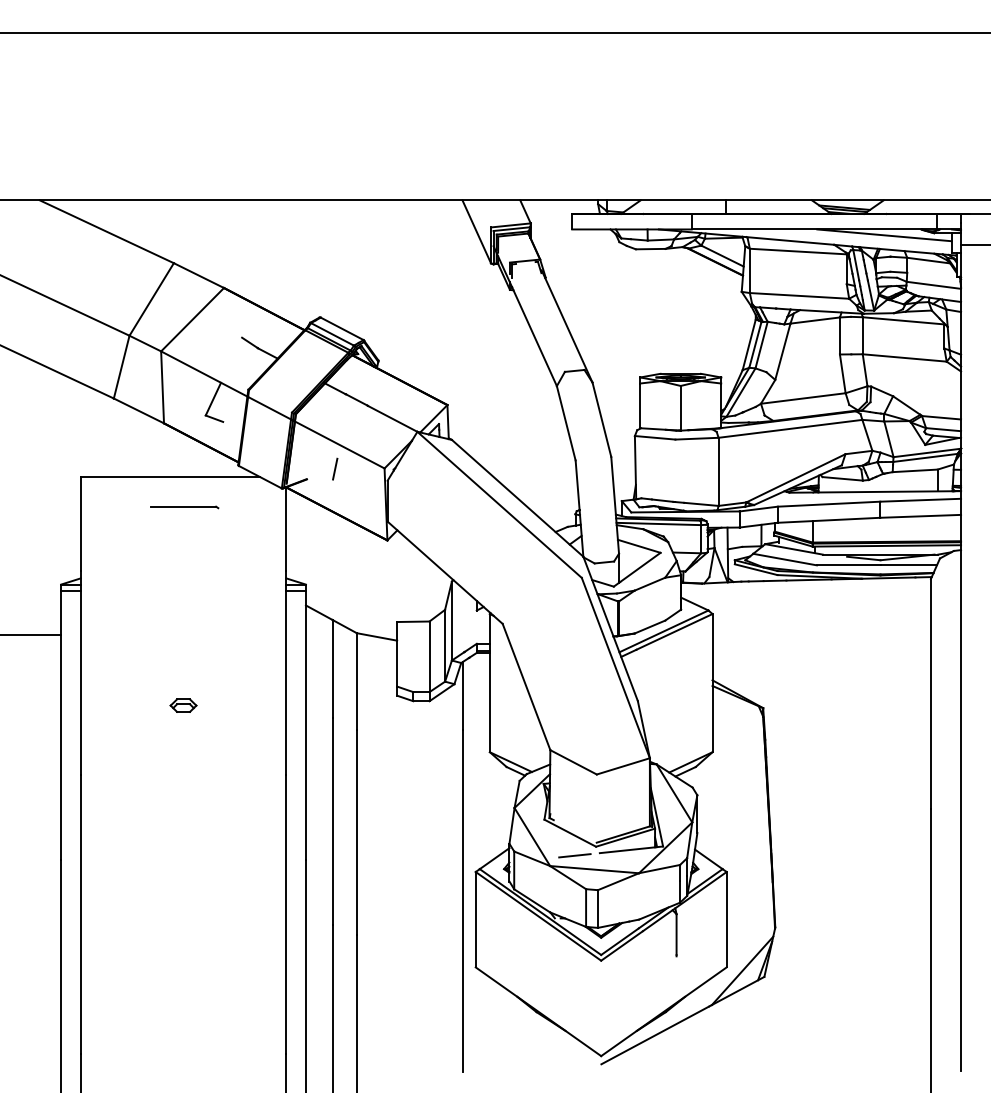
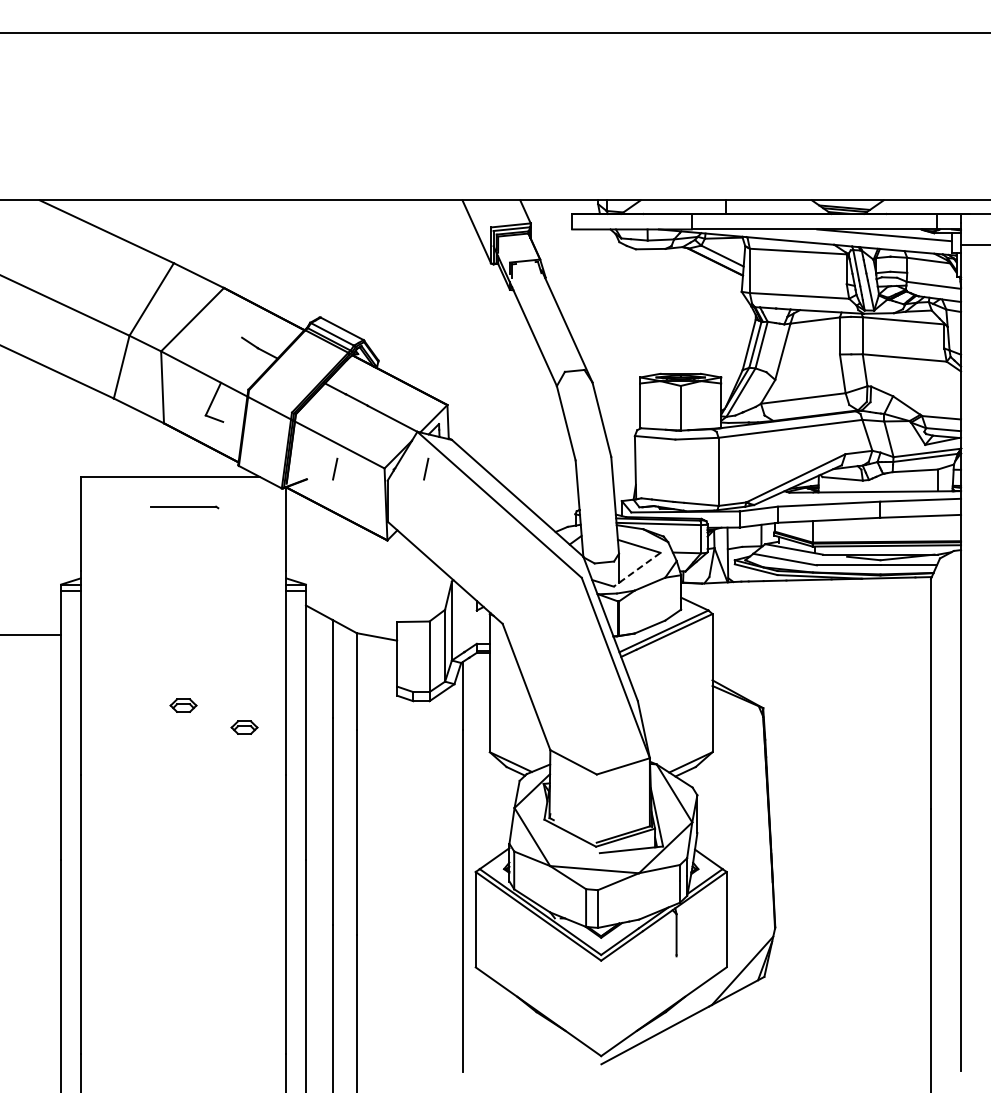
line at (426, 468): none -> present
line at (637, 569): solid -> dashed
part at (244, 727): none -> present
line at (574, 855): present -> none
